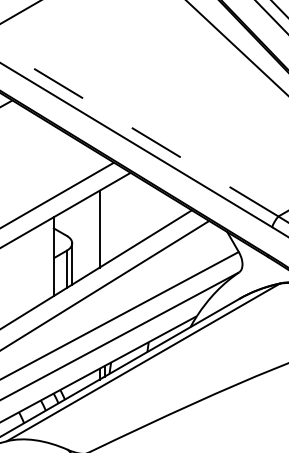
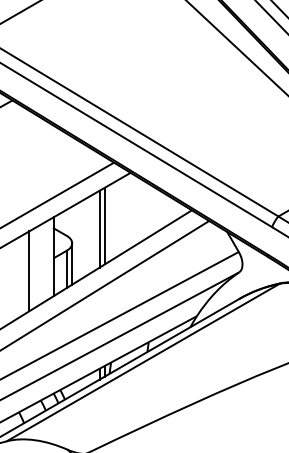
line at (139, 132): dashed -> solid
line at (104, 225): none -> present
line at (29, 271): none -> present
